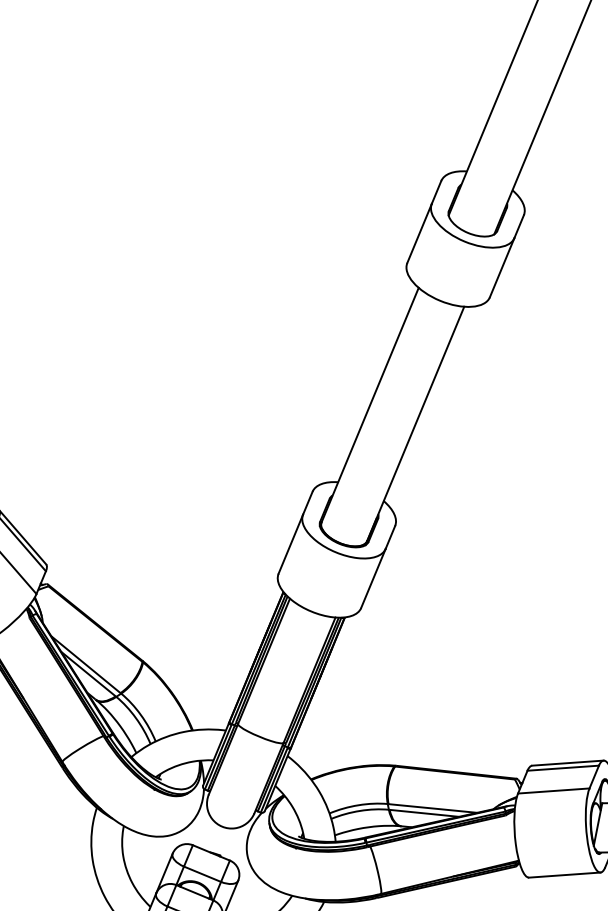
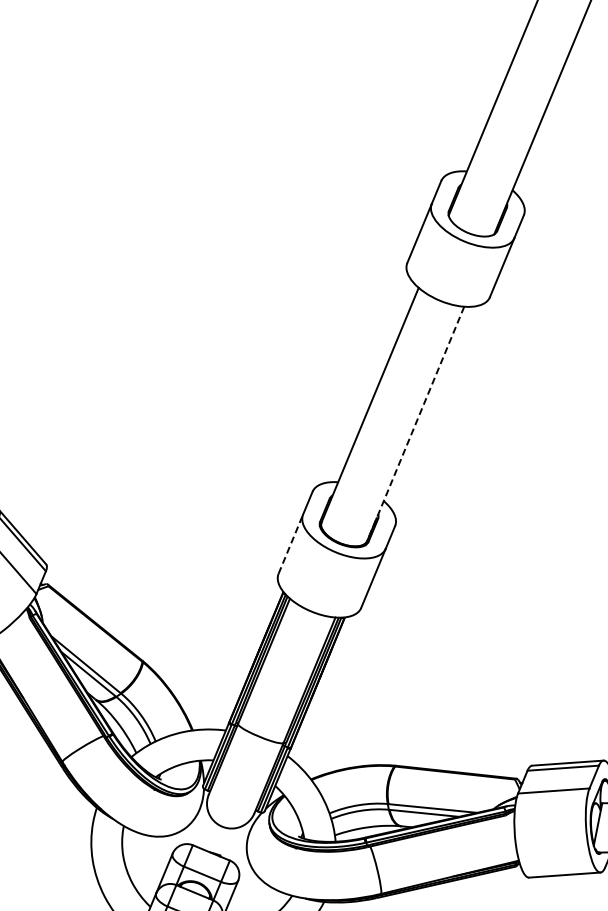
line at (415, 423): solid -> dashed
line at (291, 543): solid -> dashed
